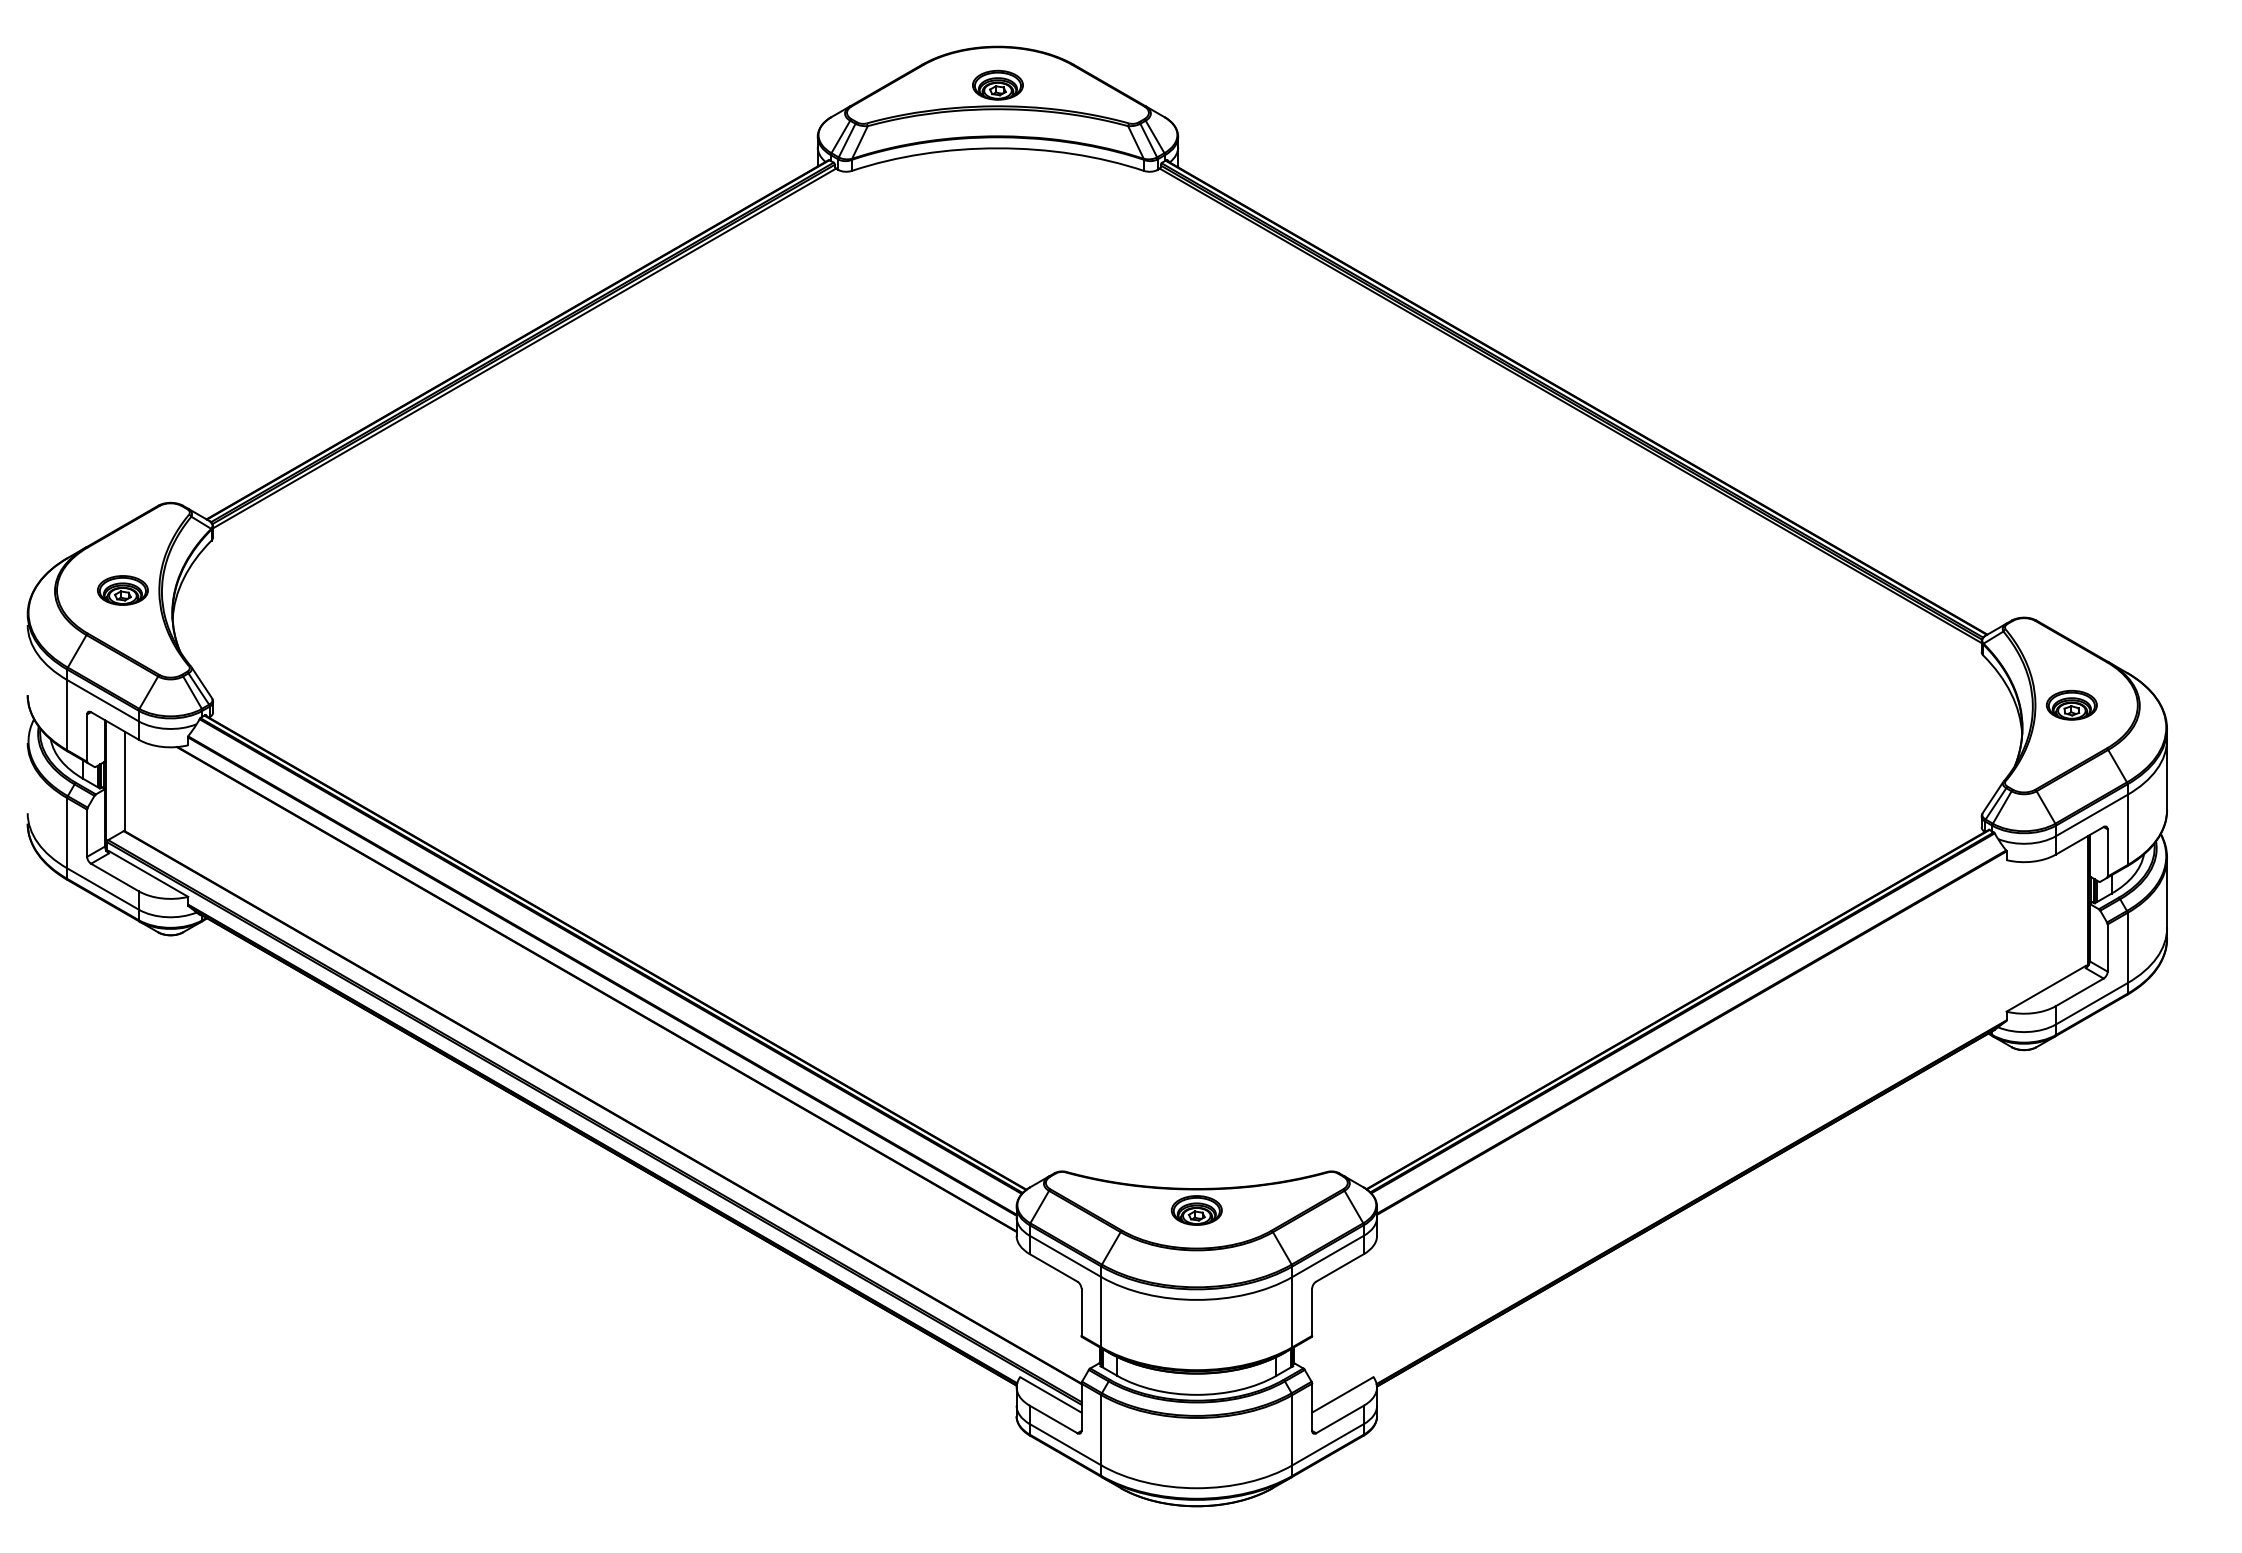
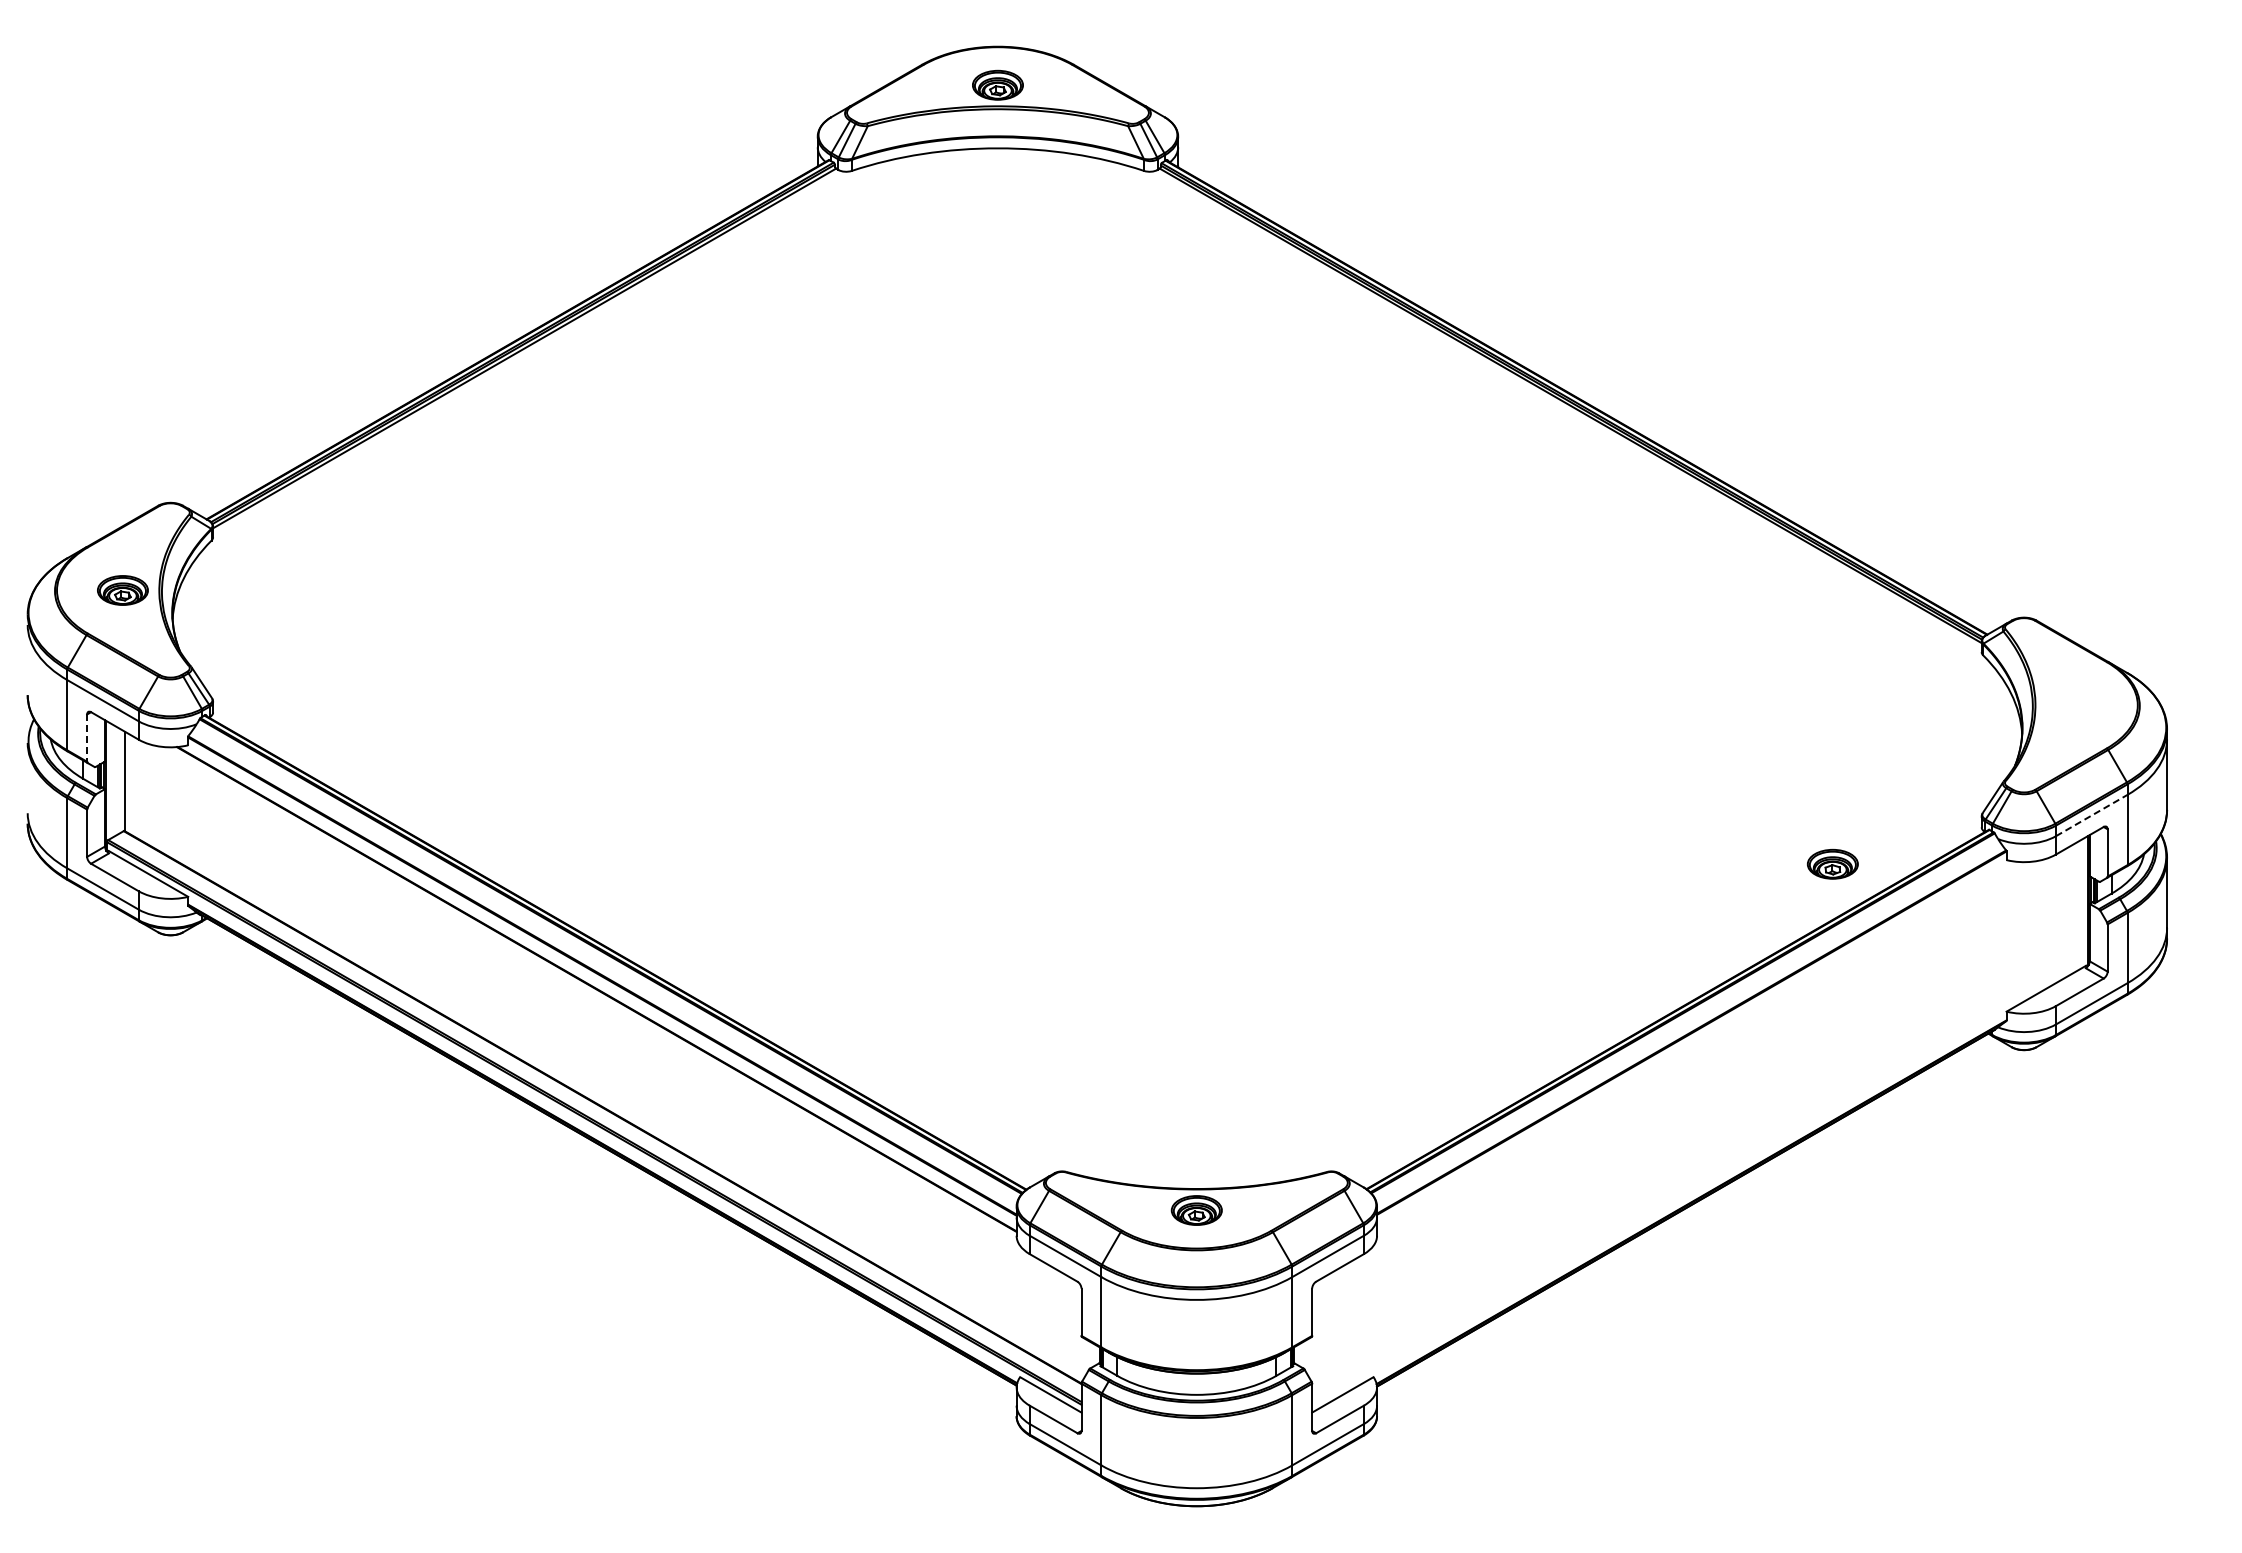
part at (2071, 704) position: (2071, 704) -> (1832, 863)
line at (87, 738): solid -> dashed
line at (2092, 815): solid -> dashed
